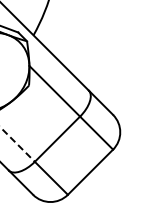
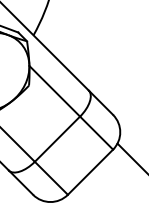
line at (17, 144): dashed -> solid
line at (131, 157): none -> present
